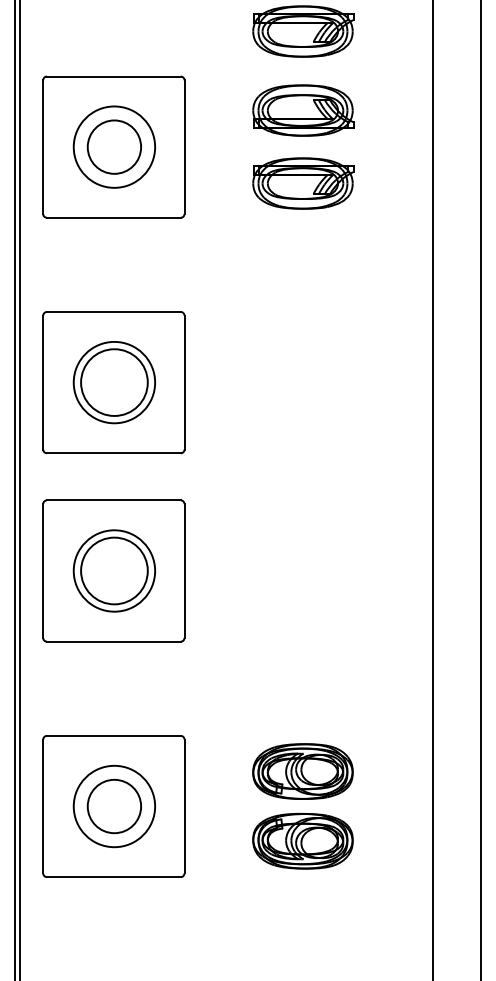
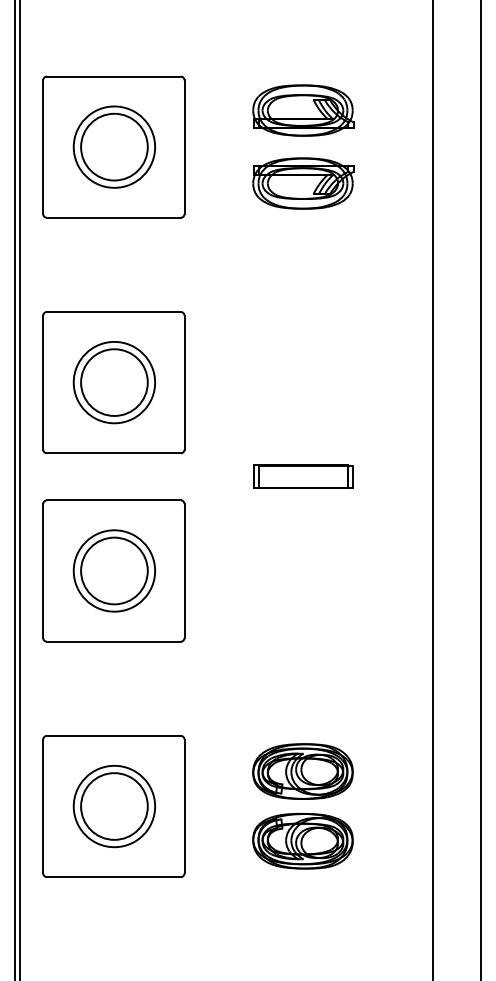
part at (303, 31): present -> none
circle at (114, 146) diameter: 53 px -> 67 px
part at (303, 476): none -> present
circle at (114, 806) diameter: 53 px -> 67 px
